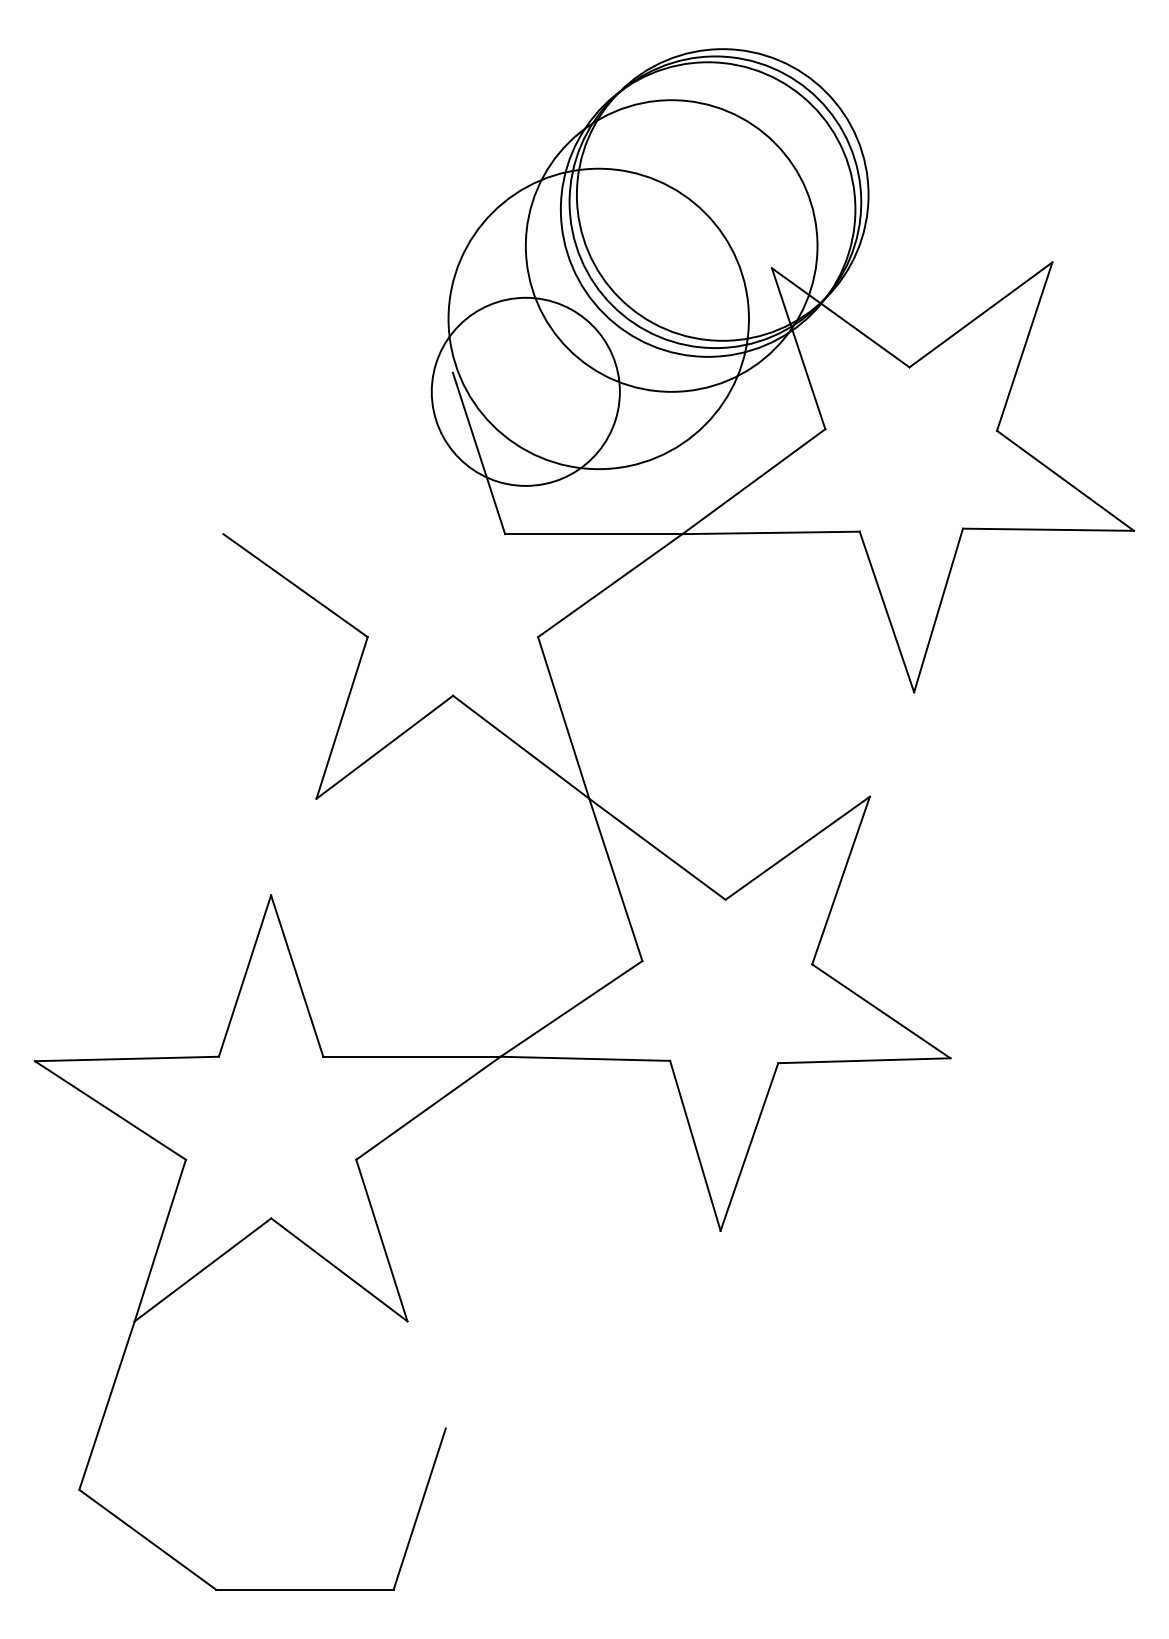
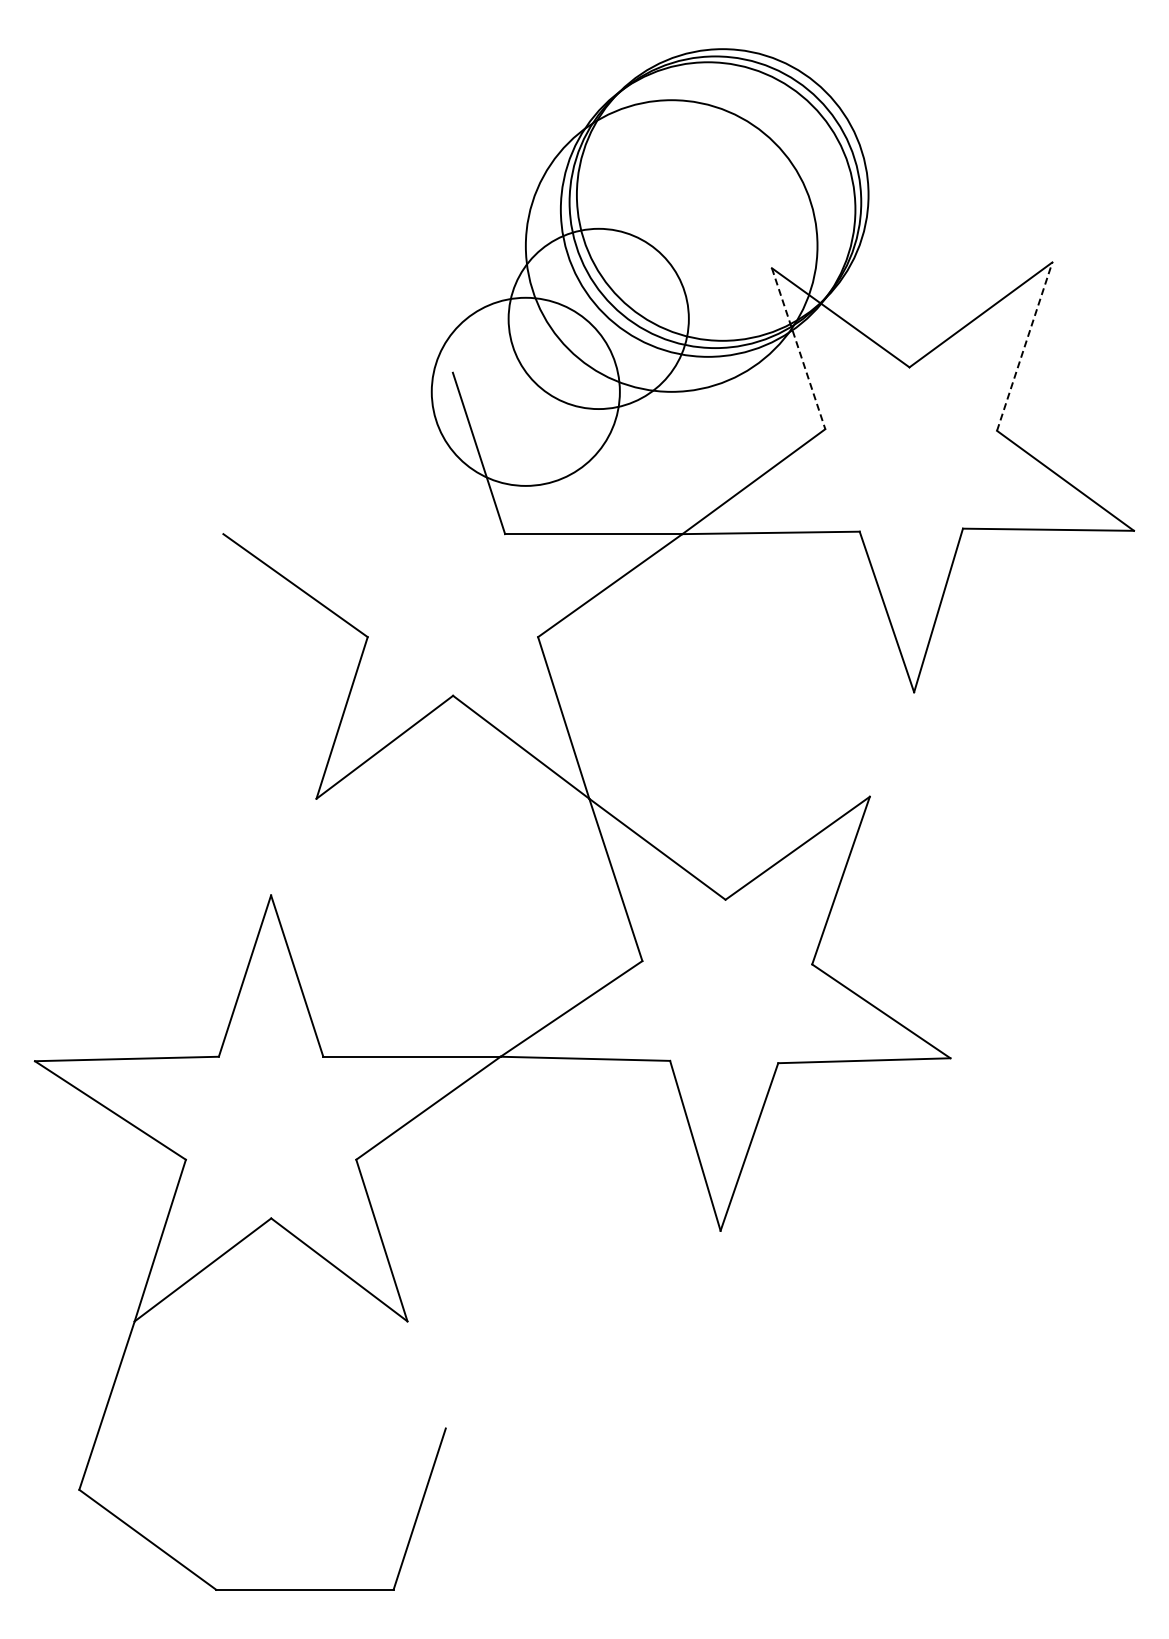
circle at (598, 318) diameter: 300 px -> 180 px
line at (1024, 346): solid -> dashed
line at (798, 348): solid -> dashed
